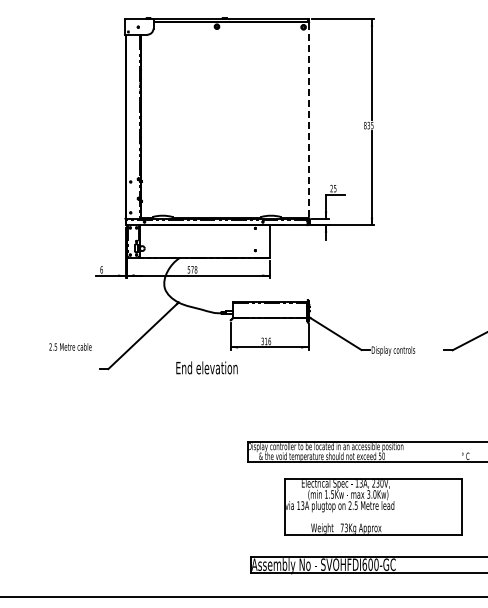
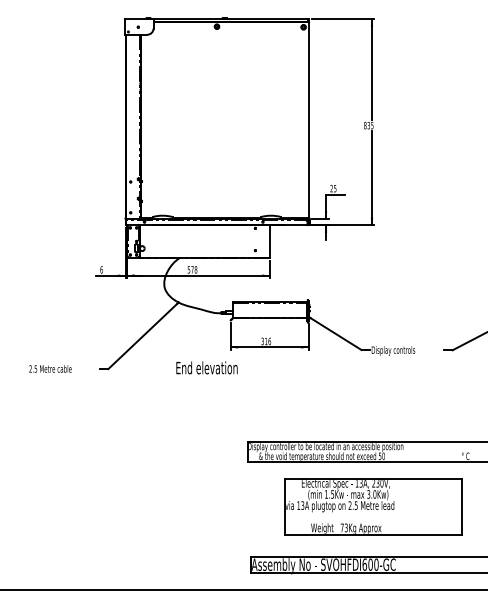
line at (309, 119): dashed -> solid
text at (70, 346) position: (70, 346) -> (50, 368)
line at (243, 596) position: (243, 596) -> (243, 589)
